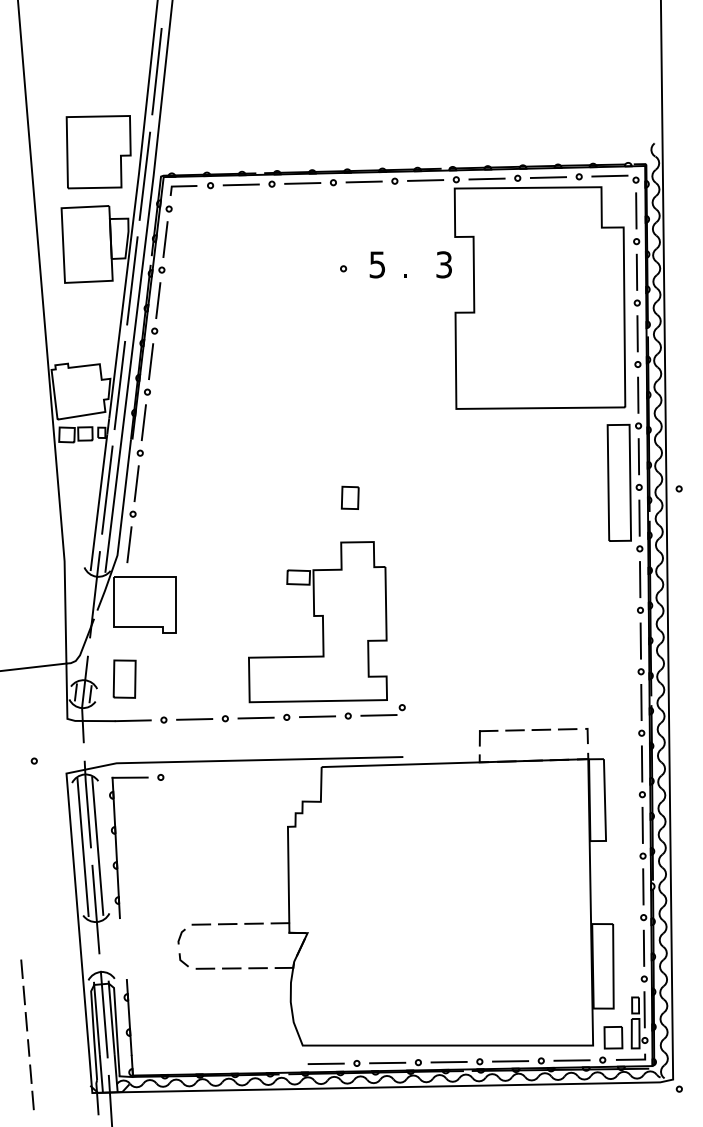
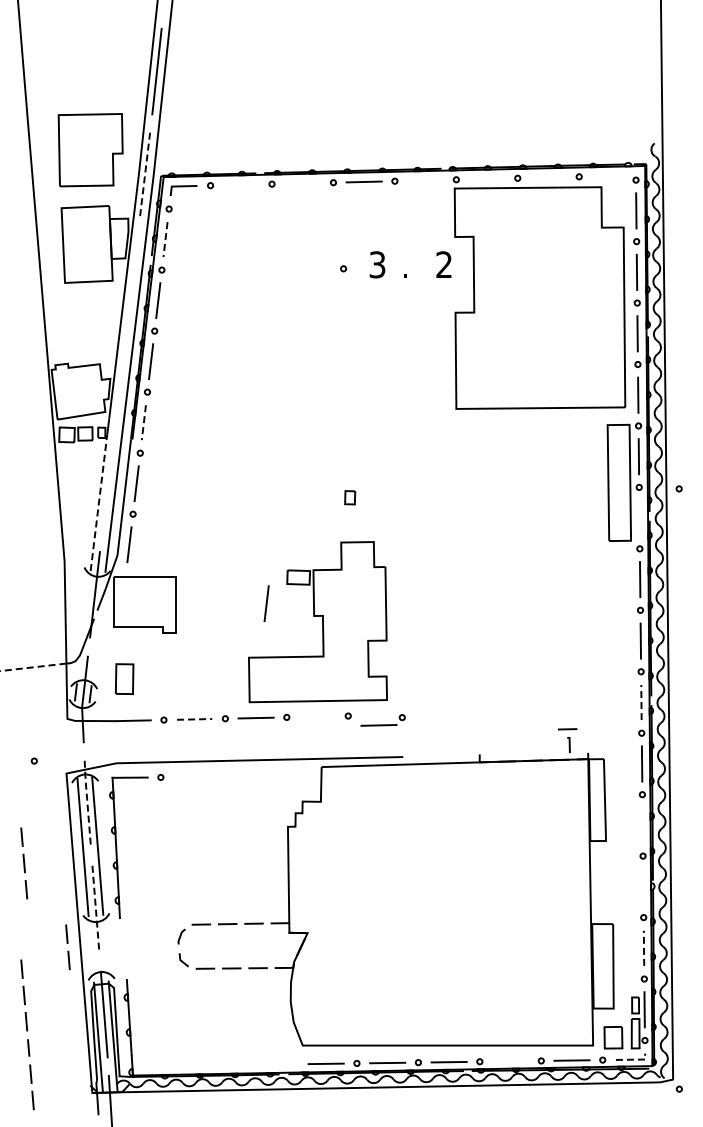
part at (98, 152) position: (98, 152) -> (90, 150)
line at (609, 175): present -> none
line at (144, 176): solid -> dashed
line at (548, 177): present -> none
line at (486, 178): present -> none
line at (425, 180): present -> none
line at (302, 183): present -> none
line at (240, 184): present -> none
line at (165, 239): solid -> dashed
text at (377, 264): 5 -> 3
text at (443, 264): 3 -> 2
line at (132, 280): present -> none
line at (119, 385): present -> none
line at (143, 422): solid -> dashed
line at (107, 489): present -> none
part at (349, 497) size: 20x25 px -> 13x16 px
line at (98, 502): solid -> dashed
line at (639, 517): present -> none
line at (266, 603): none -> present
line at (32, 667): solid -> dashed
part at (124, 678) size: 25x40 px -> 20x32 px
line at (641, 702): solid -> dashed
part at (382, 710) position: (382, 710) -> (382, 720)
line at (317, 716): present -> none
line at (194, 719): solid -> dashed
line at (586, 735) position: (586, 735) -> (568, 744)
part at (514, 737): present -> none
line at (87, 804): solid -> dashed
line at (642, 824): present -> none
part at (24, 863): none -> present
line at (643, 886): present -> none
line at (95, 909): solid -> dashed
line at (644, 948): solid -> dashed
line at (67, 950): none -> present
line at (634, 1059): solid -> dashed
line at (510, 1061): present -> none
